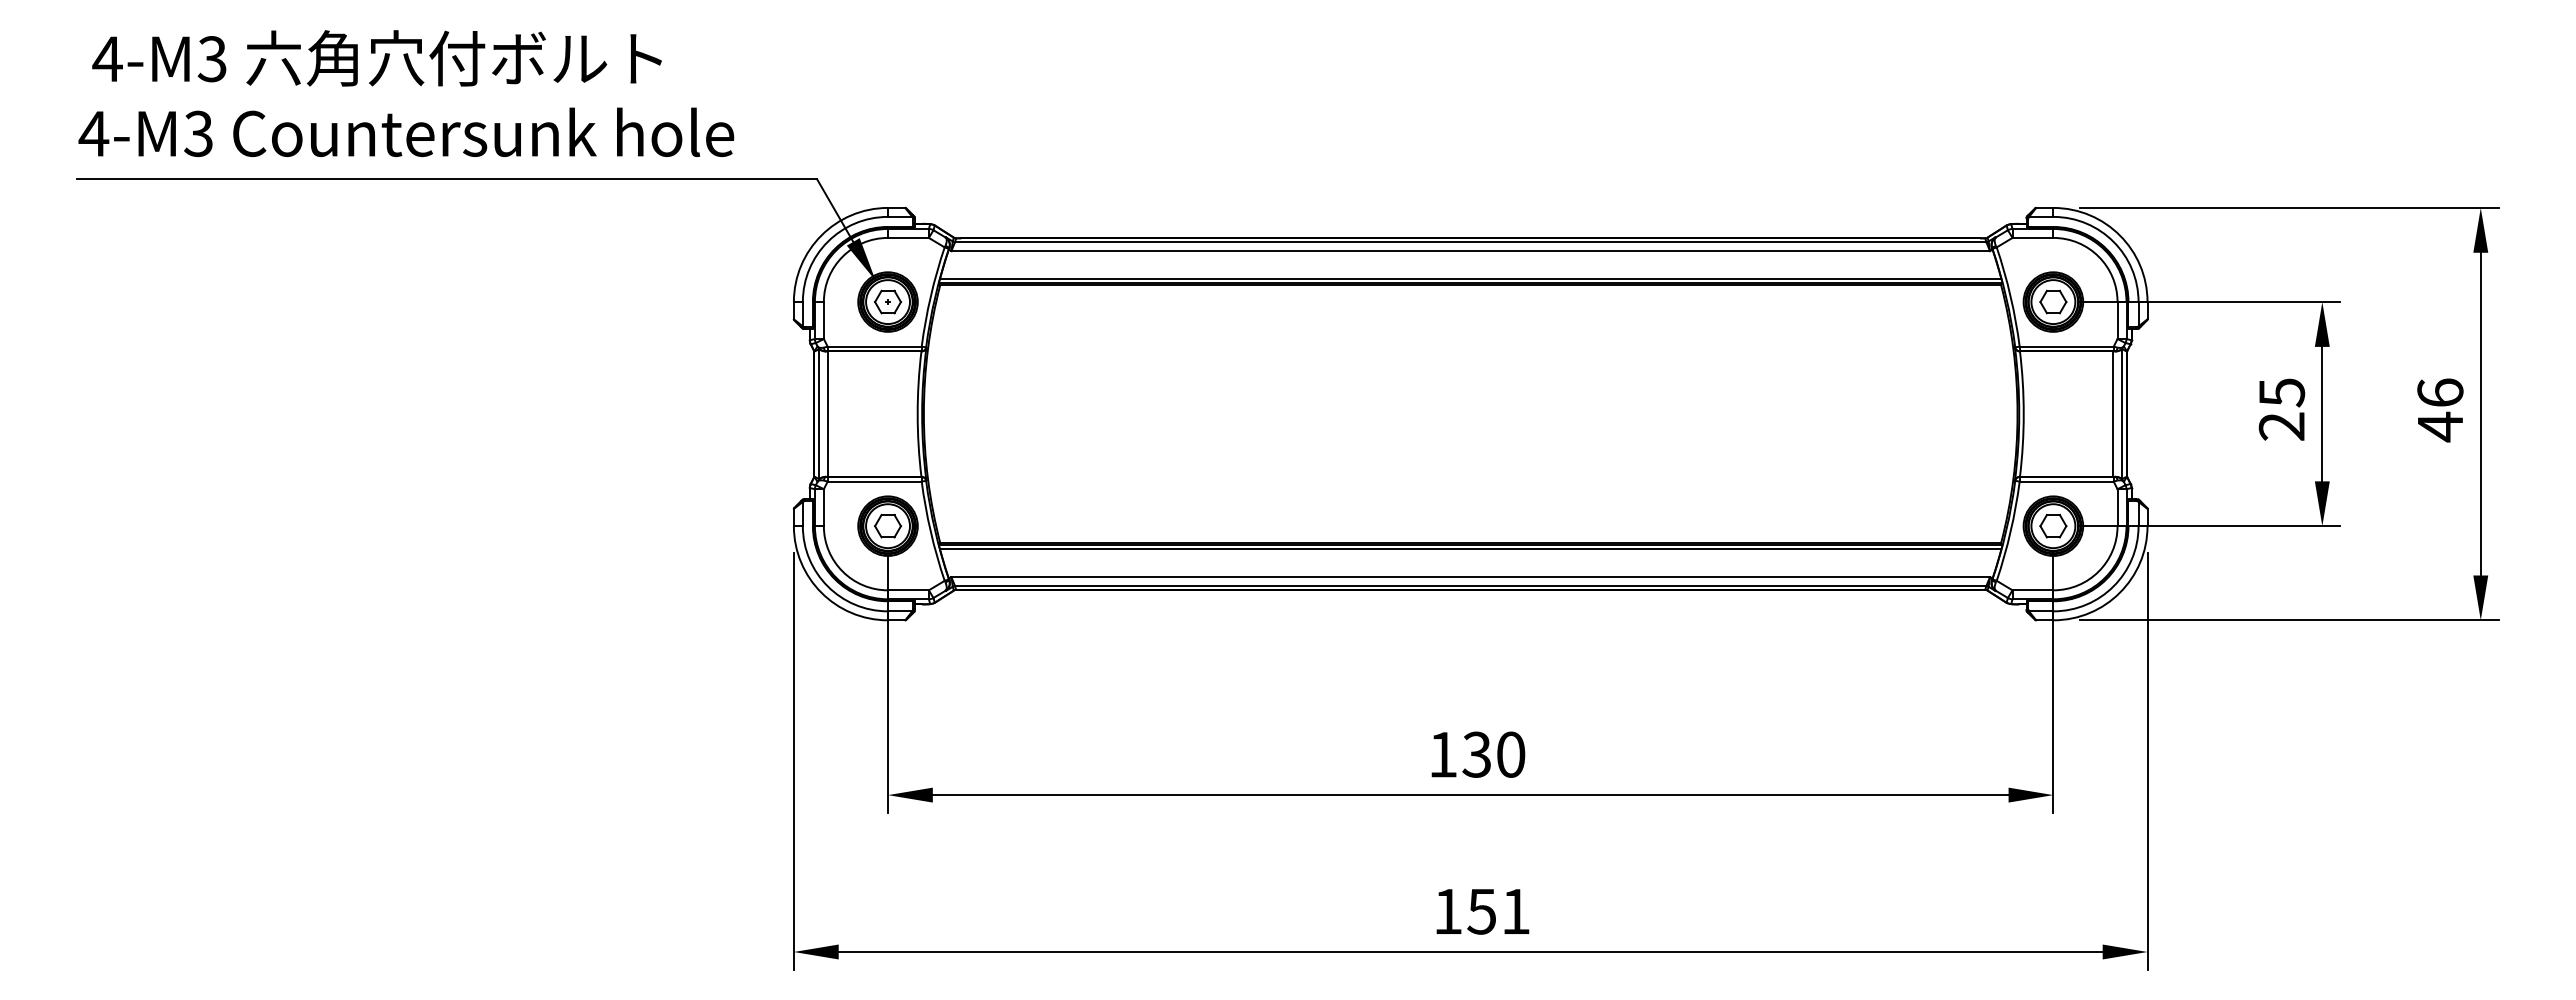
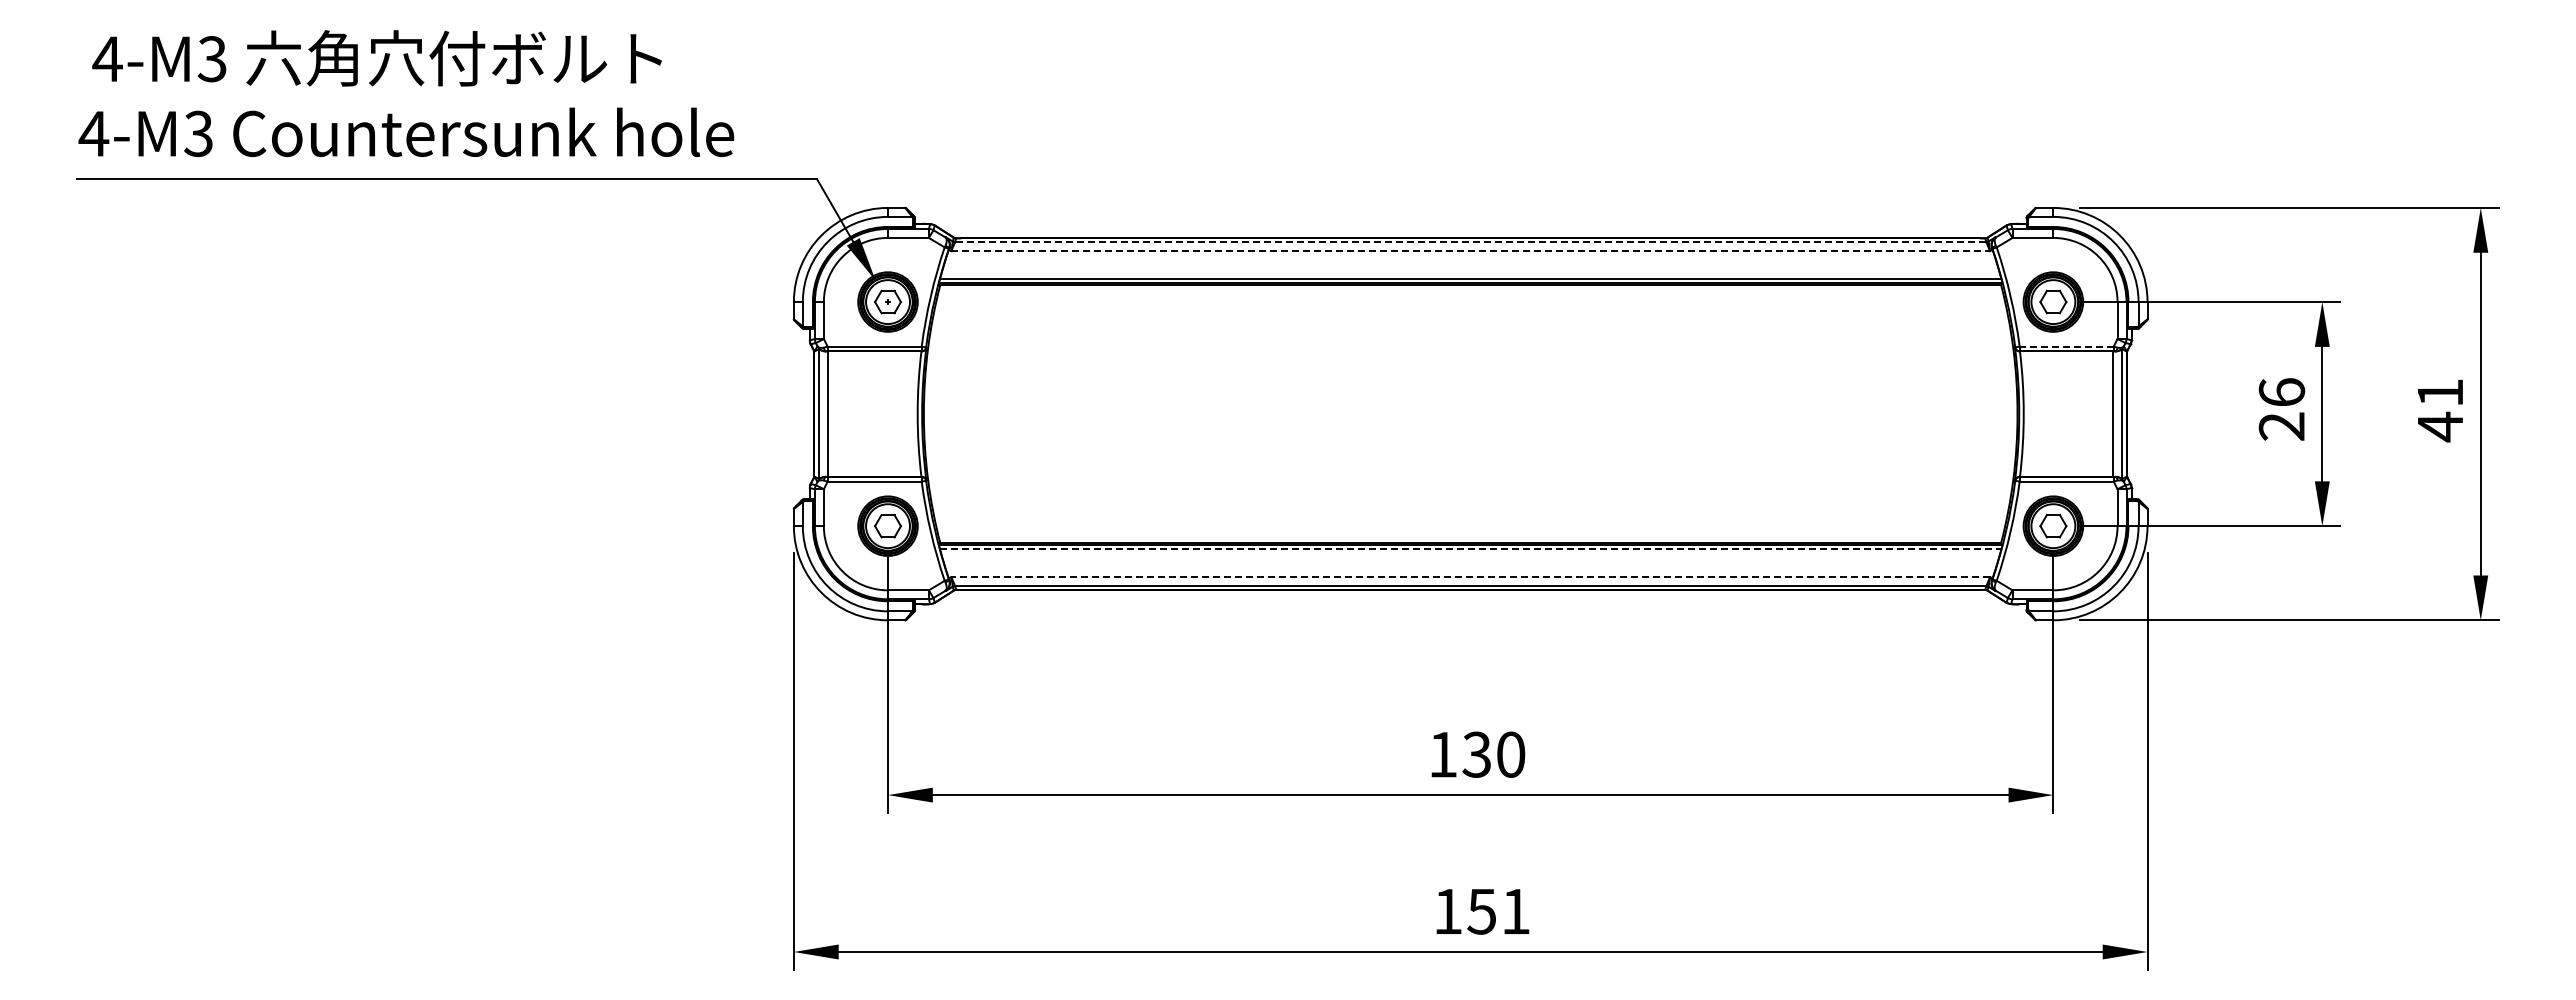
line at (1470, 242): solid -> dashed
line at (1471, 251): solid -> dashed
line at (2066, 346): solid -> dashed
text at (2281, 392): 25 -> 26
text at (2440, 392): 46 -> 41
line at (1470, 549): solid -> dashed
line at (1470, 577): solid -> dashed
